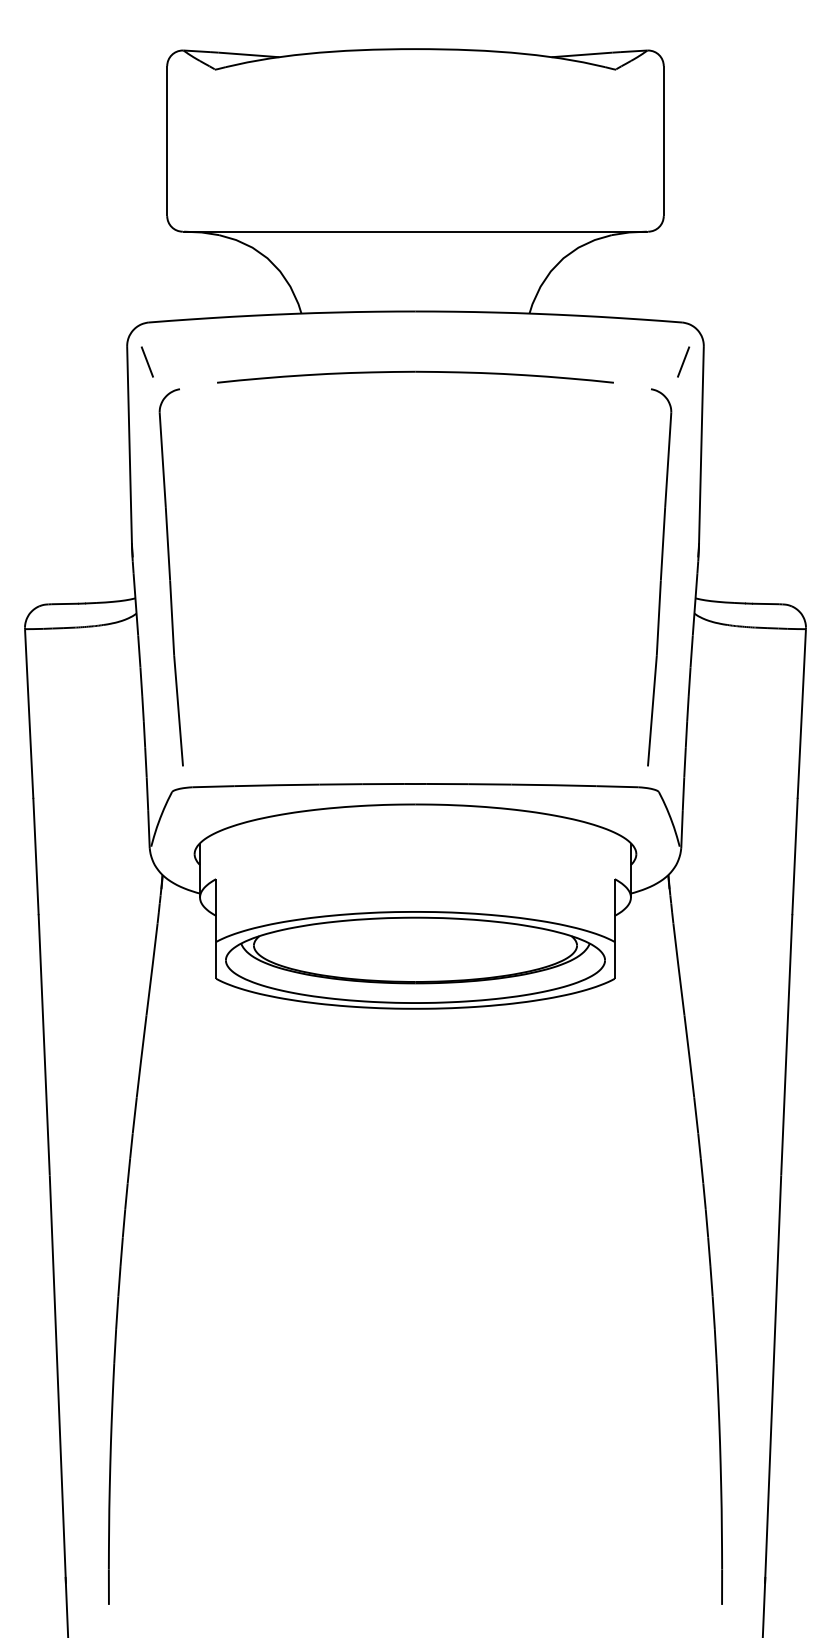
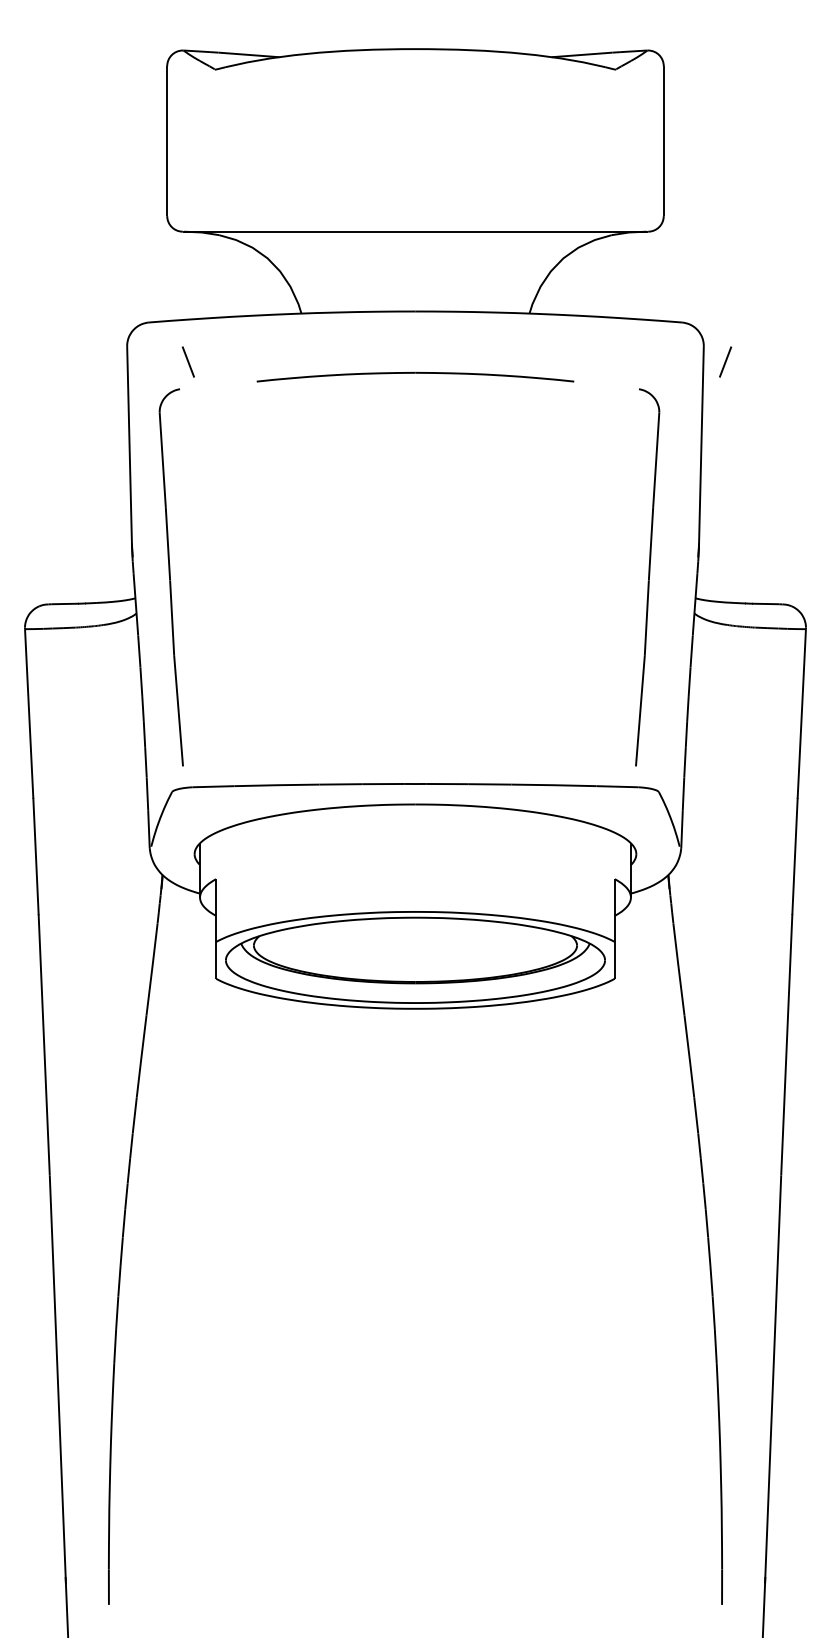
line at (146, 361) position: (146, 361) -> (187, 361)
line at (683, 361) position: (683, 361) -> (725, 361)
part at (415, 376) size: 397x14 px -> 319x12 px
part at (659, 577) position: (659, 577) -> (647, 577)
